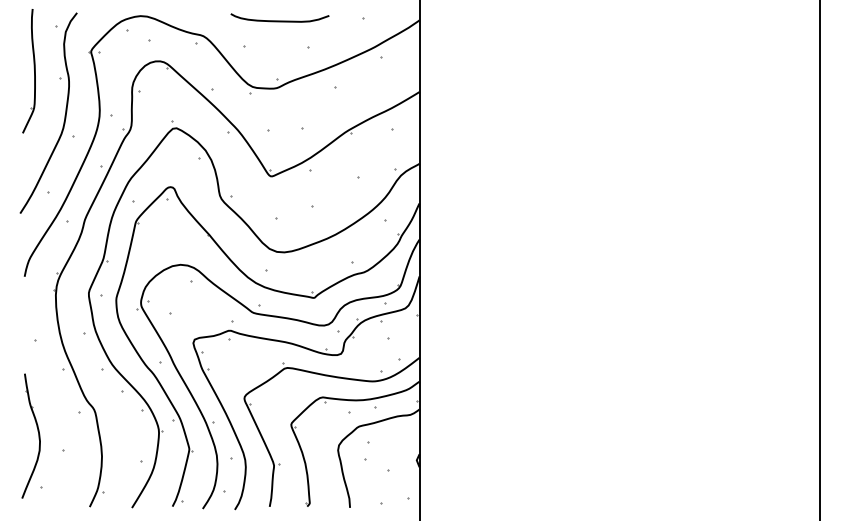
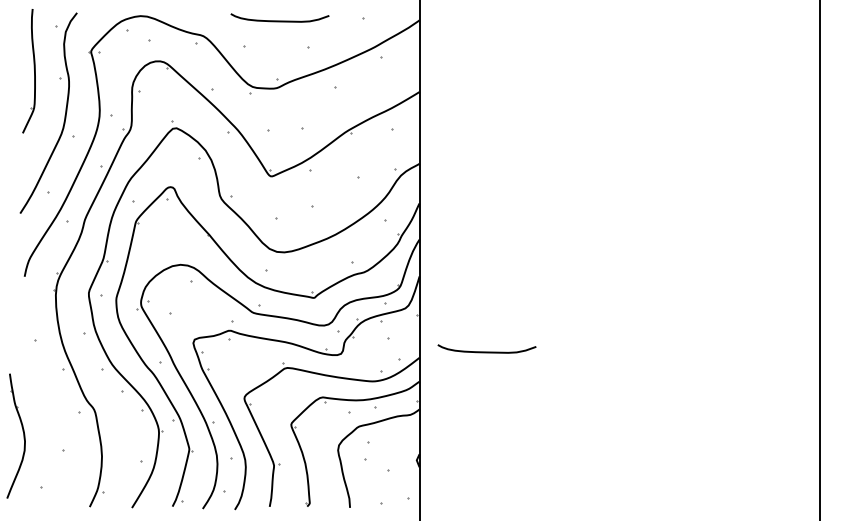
curve at (486, 351): none -> present
part at (38, 435) position: (38, 435) -> (23, 435)
